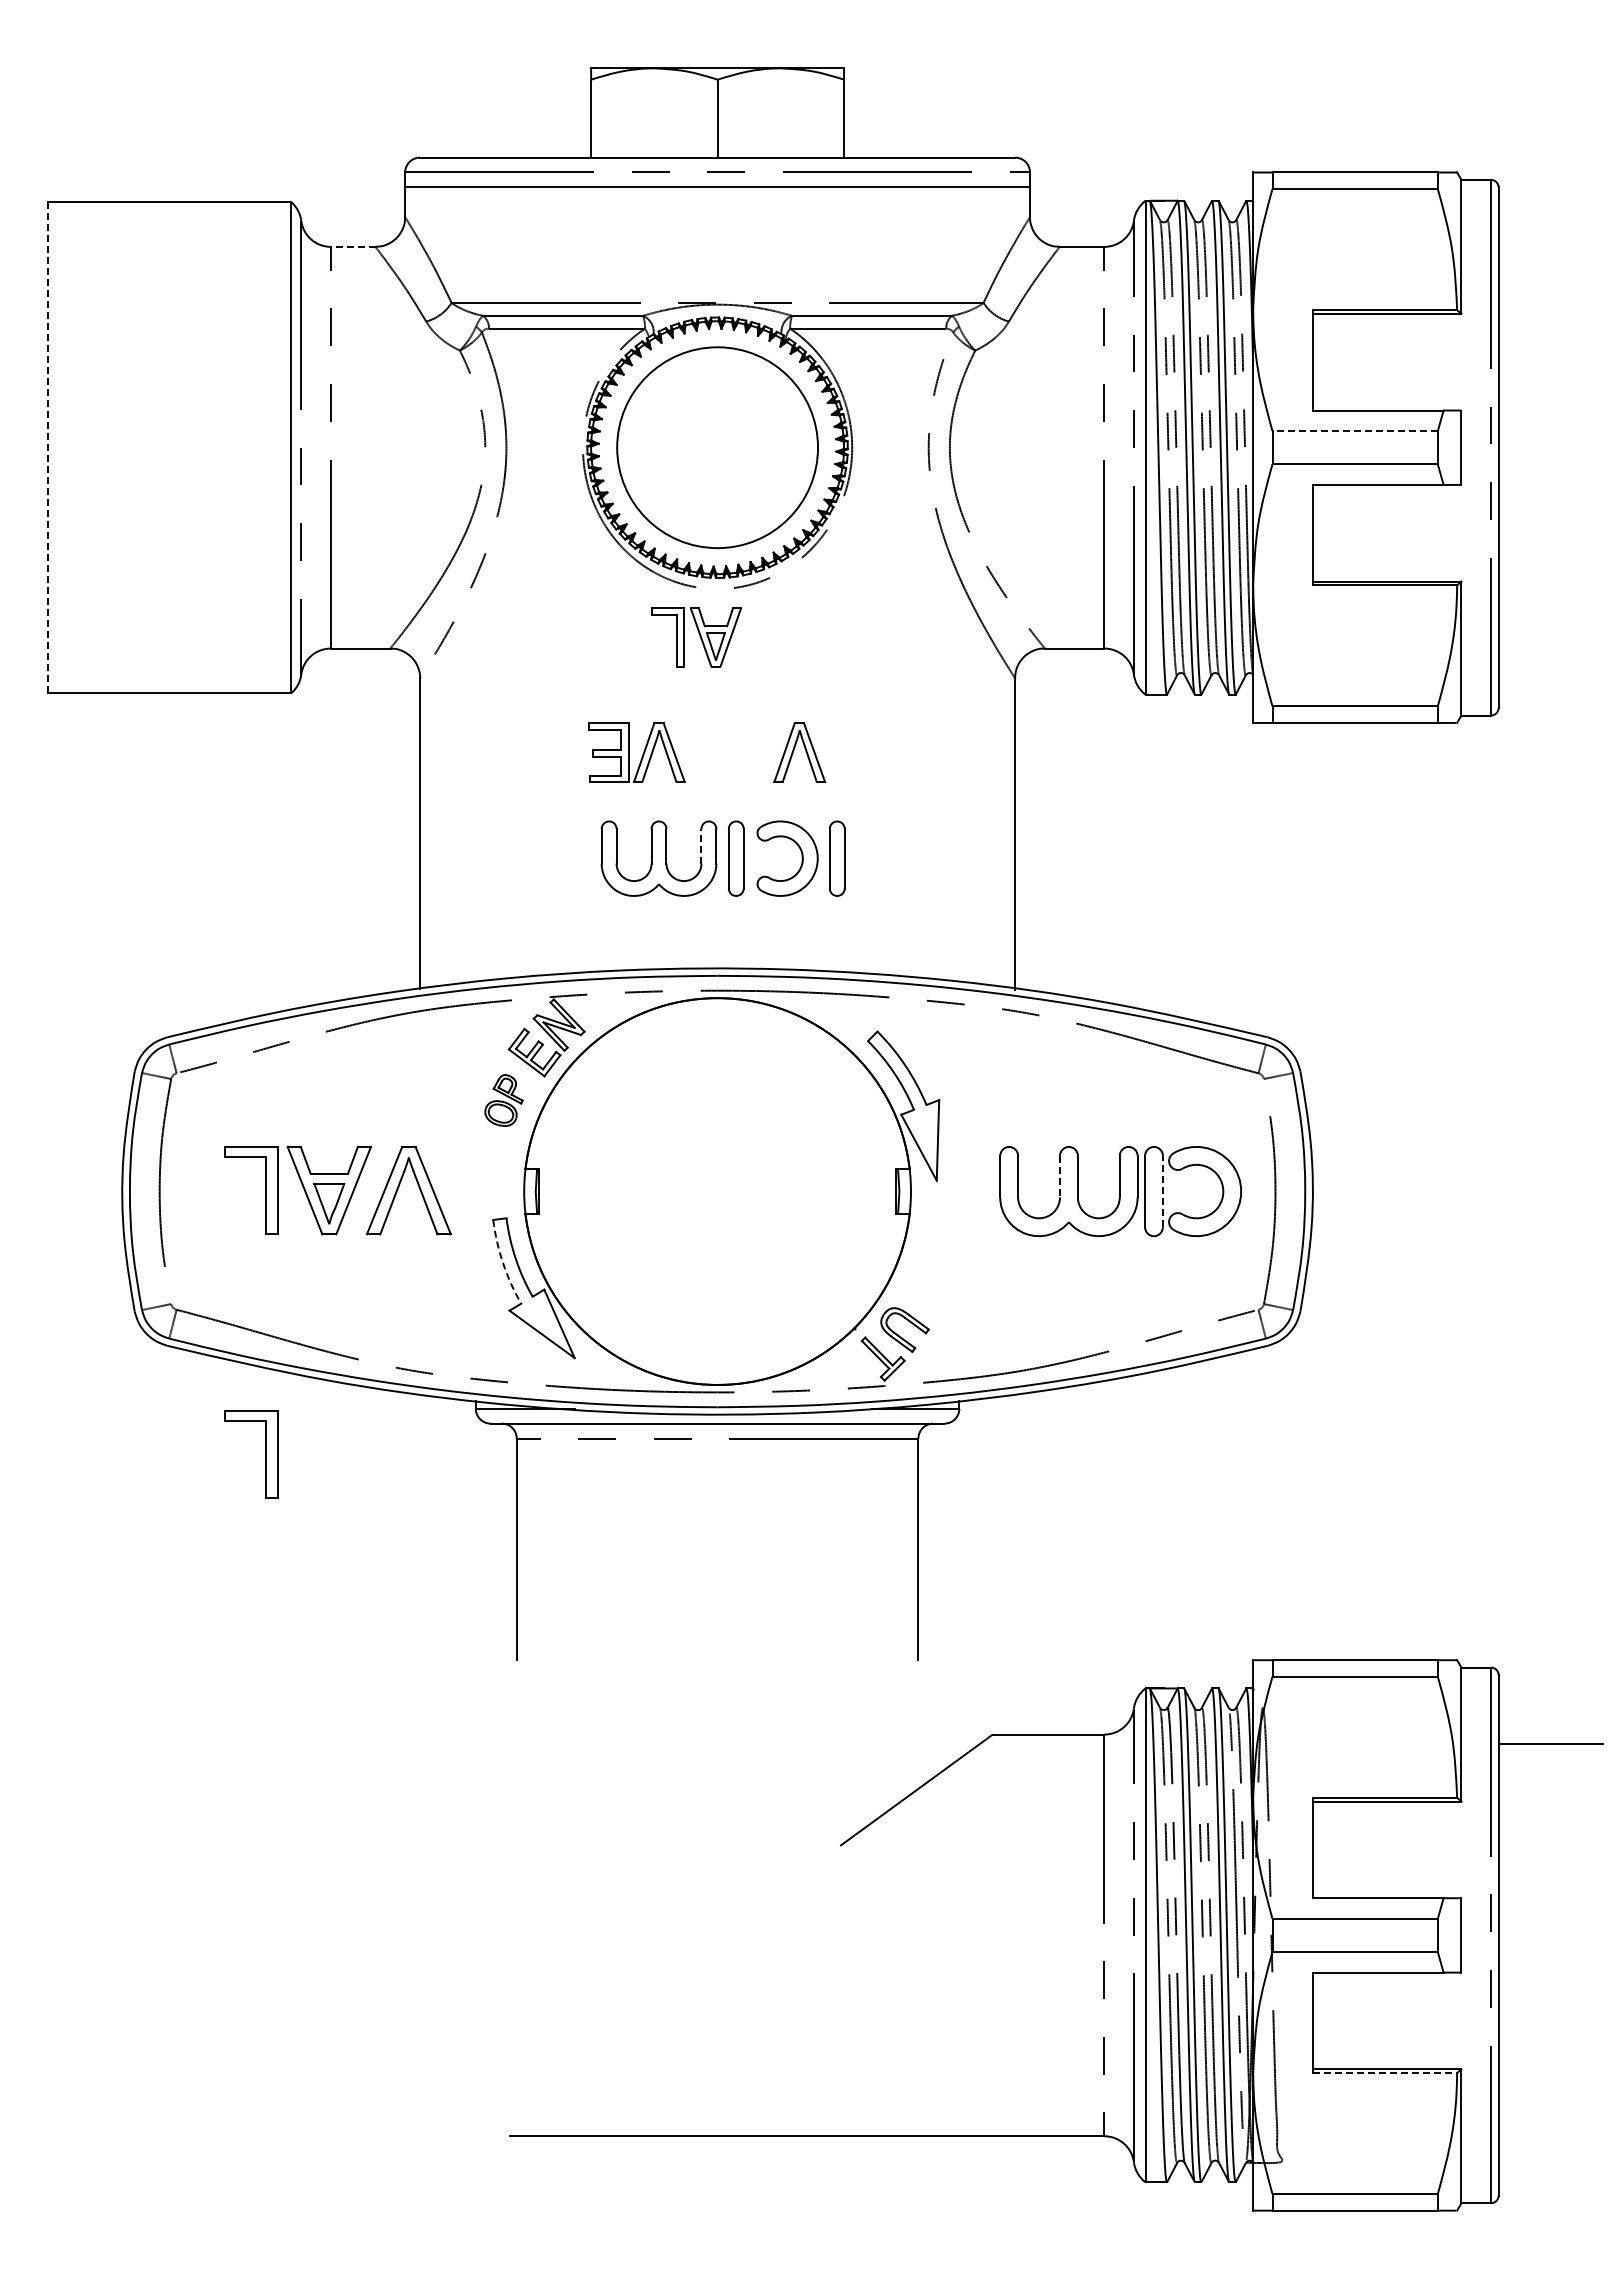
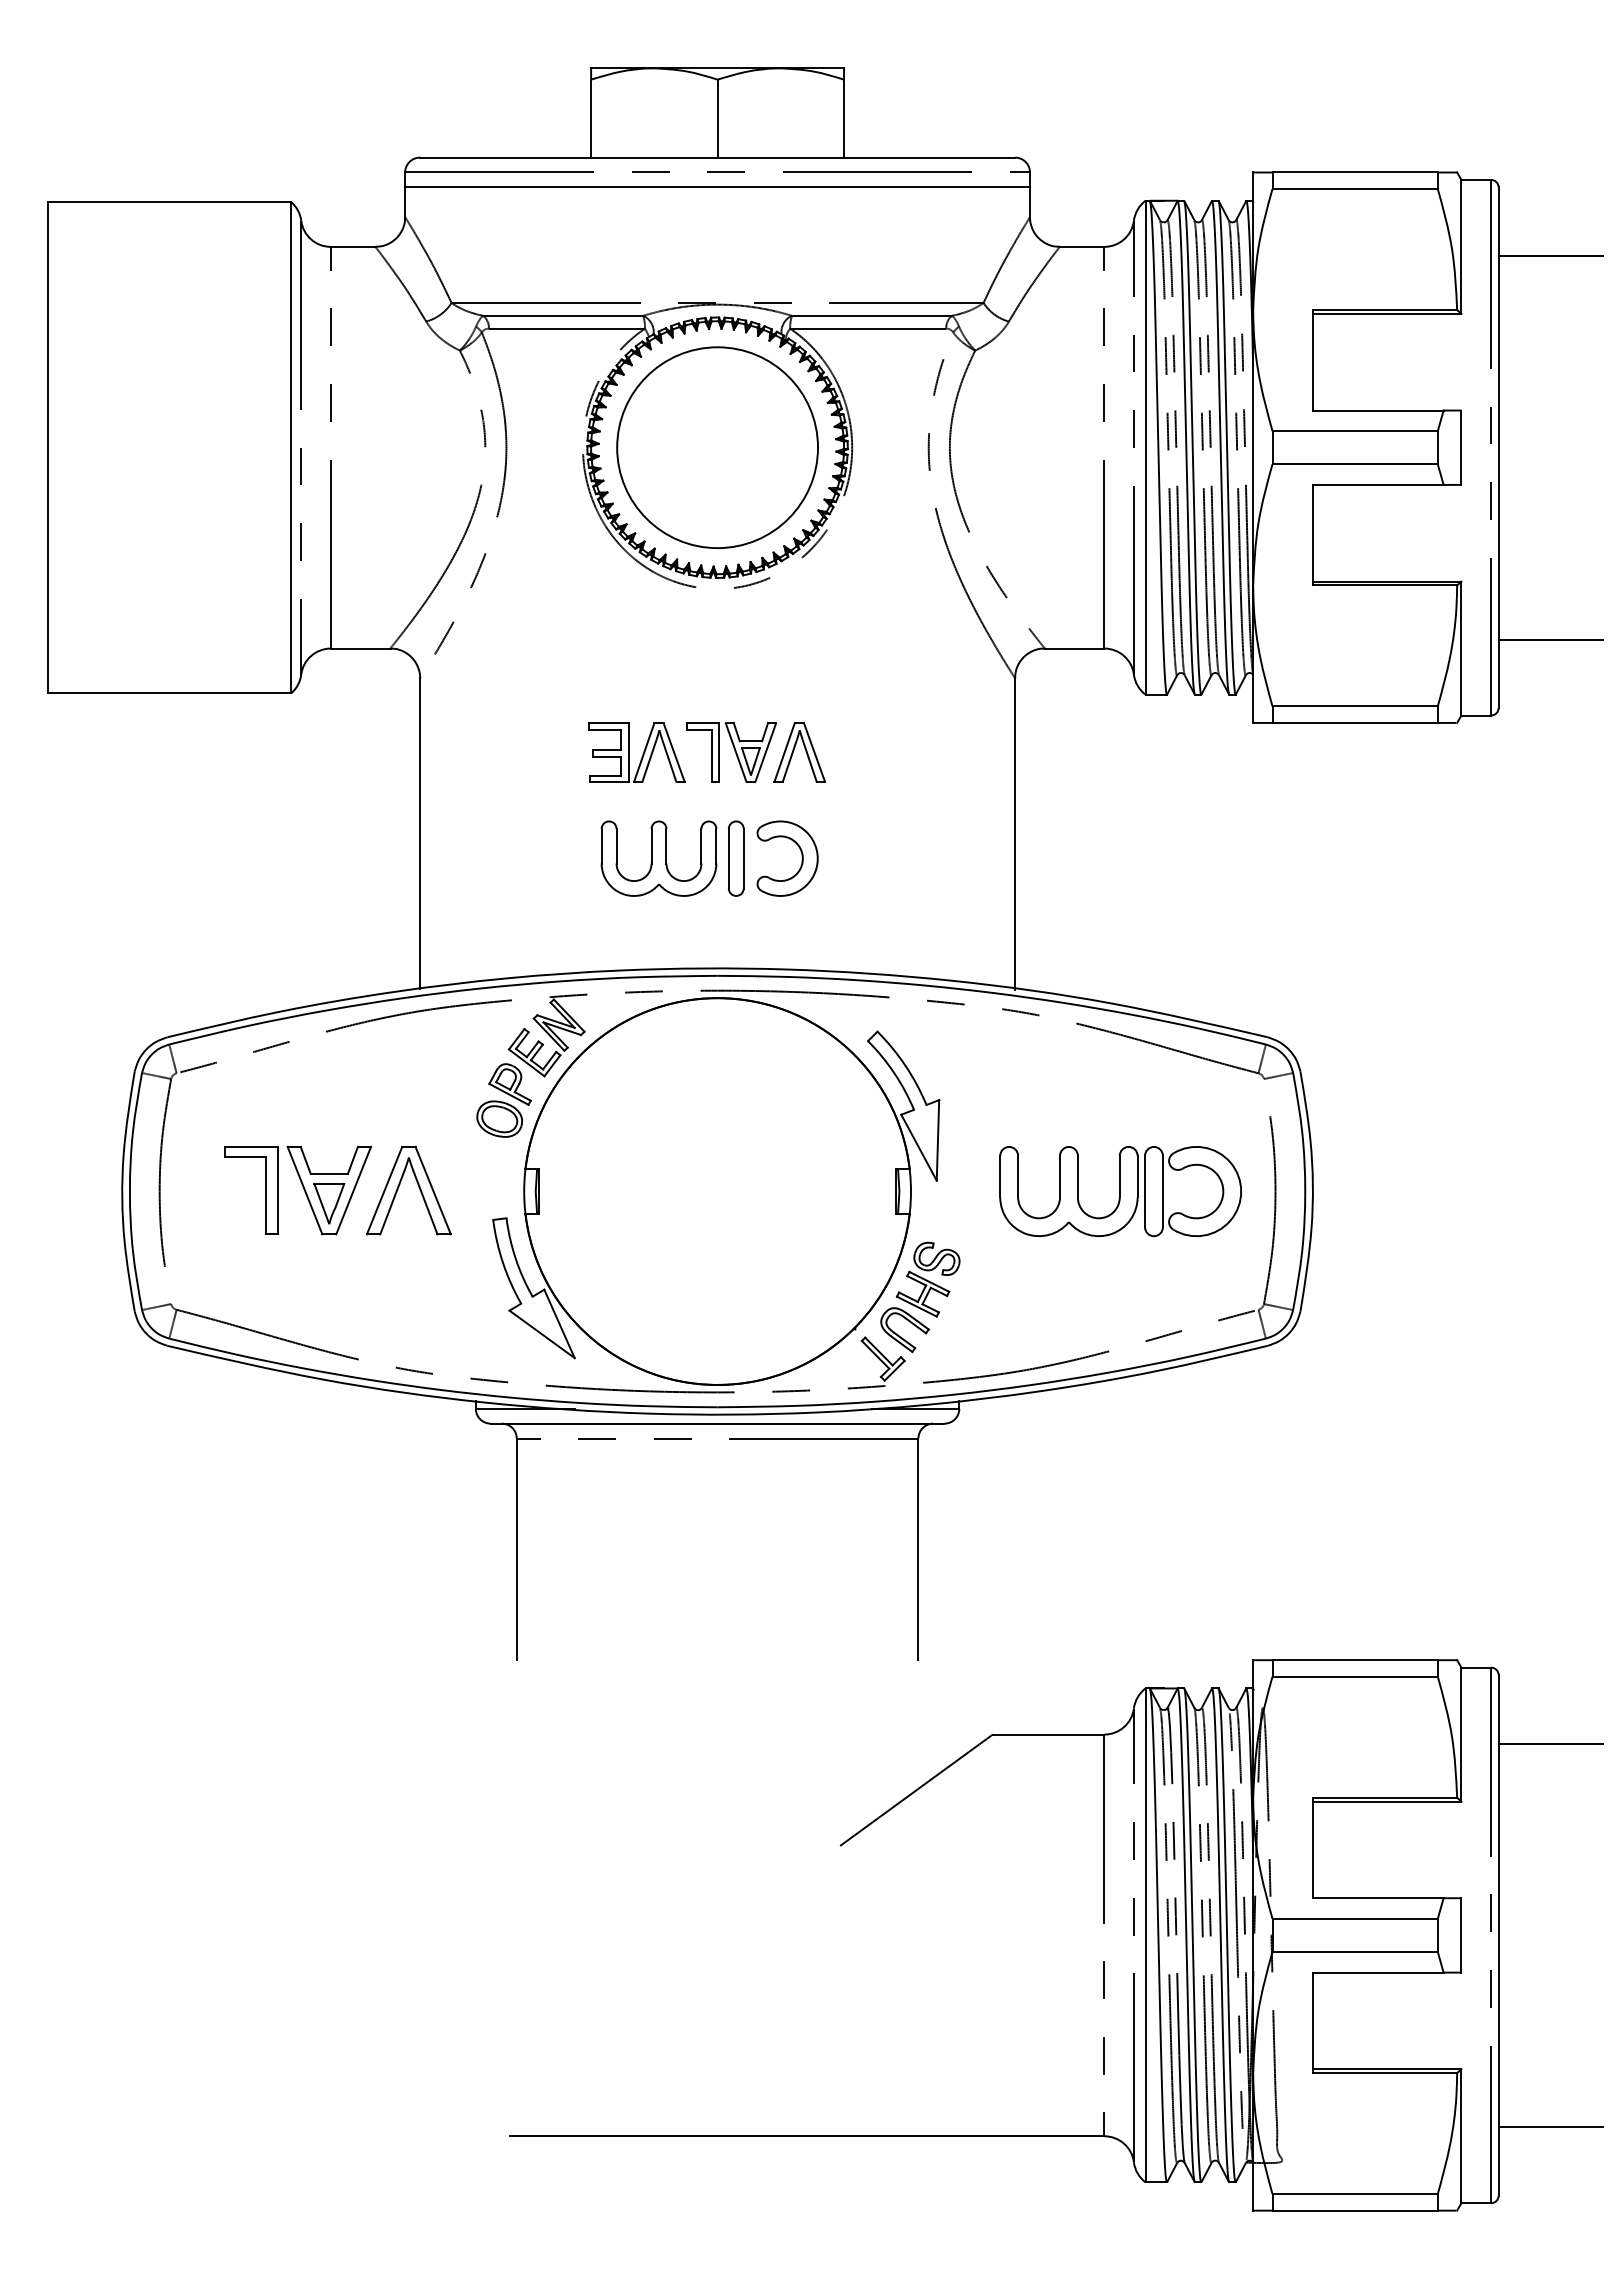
line at (352, 246): dashed -> solid
line at (1550, 255): none -> present
line at (1355, 431): dashed -> solid
line at (48, 447): dashed -> solid
part at (696, 637) position: (696, 637) -> (731, 752)
line at (1550, 639): none -> present
line at (701, 845): dashed -> solid
part at (837, 858): present -> none
part at (503, 1100) size: 40x53 px -> 56x75 px
line at (1060, 1176): dashed -> solid
line at (1162, 1191): dashed -> solid
arc at (503, 1263): dashed -> solid
part at (928, 1279): none -> present
part at (265, 1454): present -> none
line at (1385, 2073): dashed -> solid
line at (1550, 2127): none -> present
